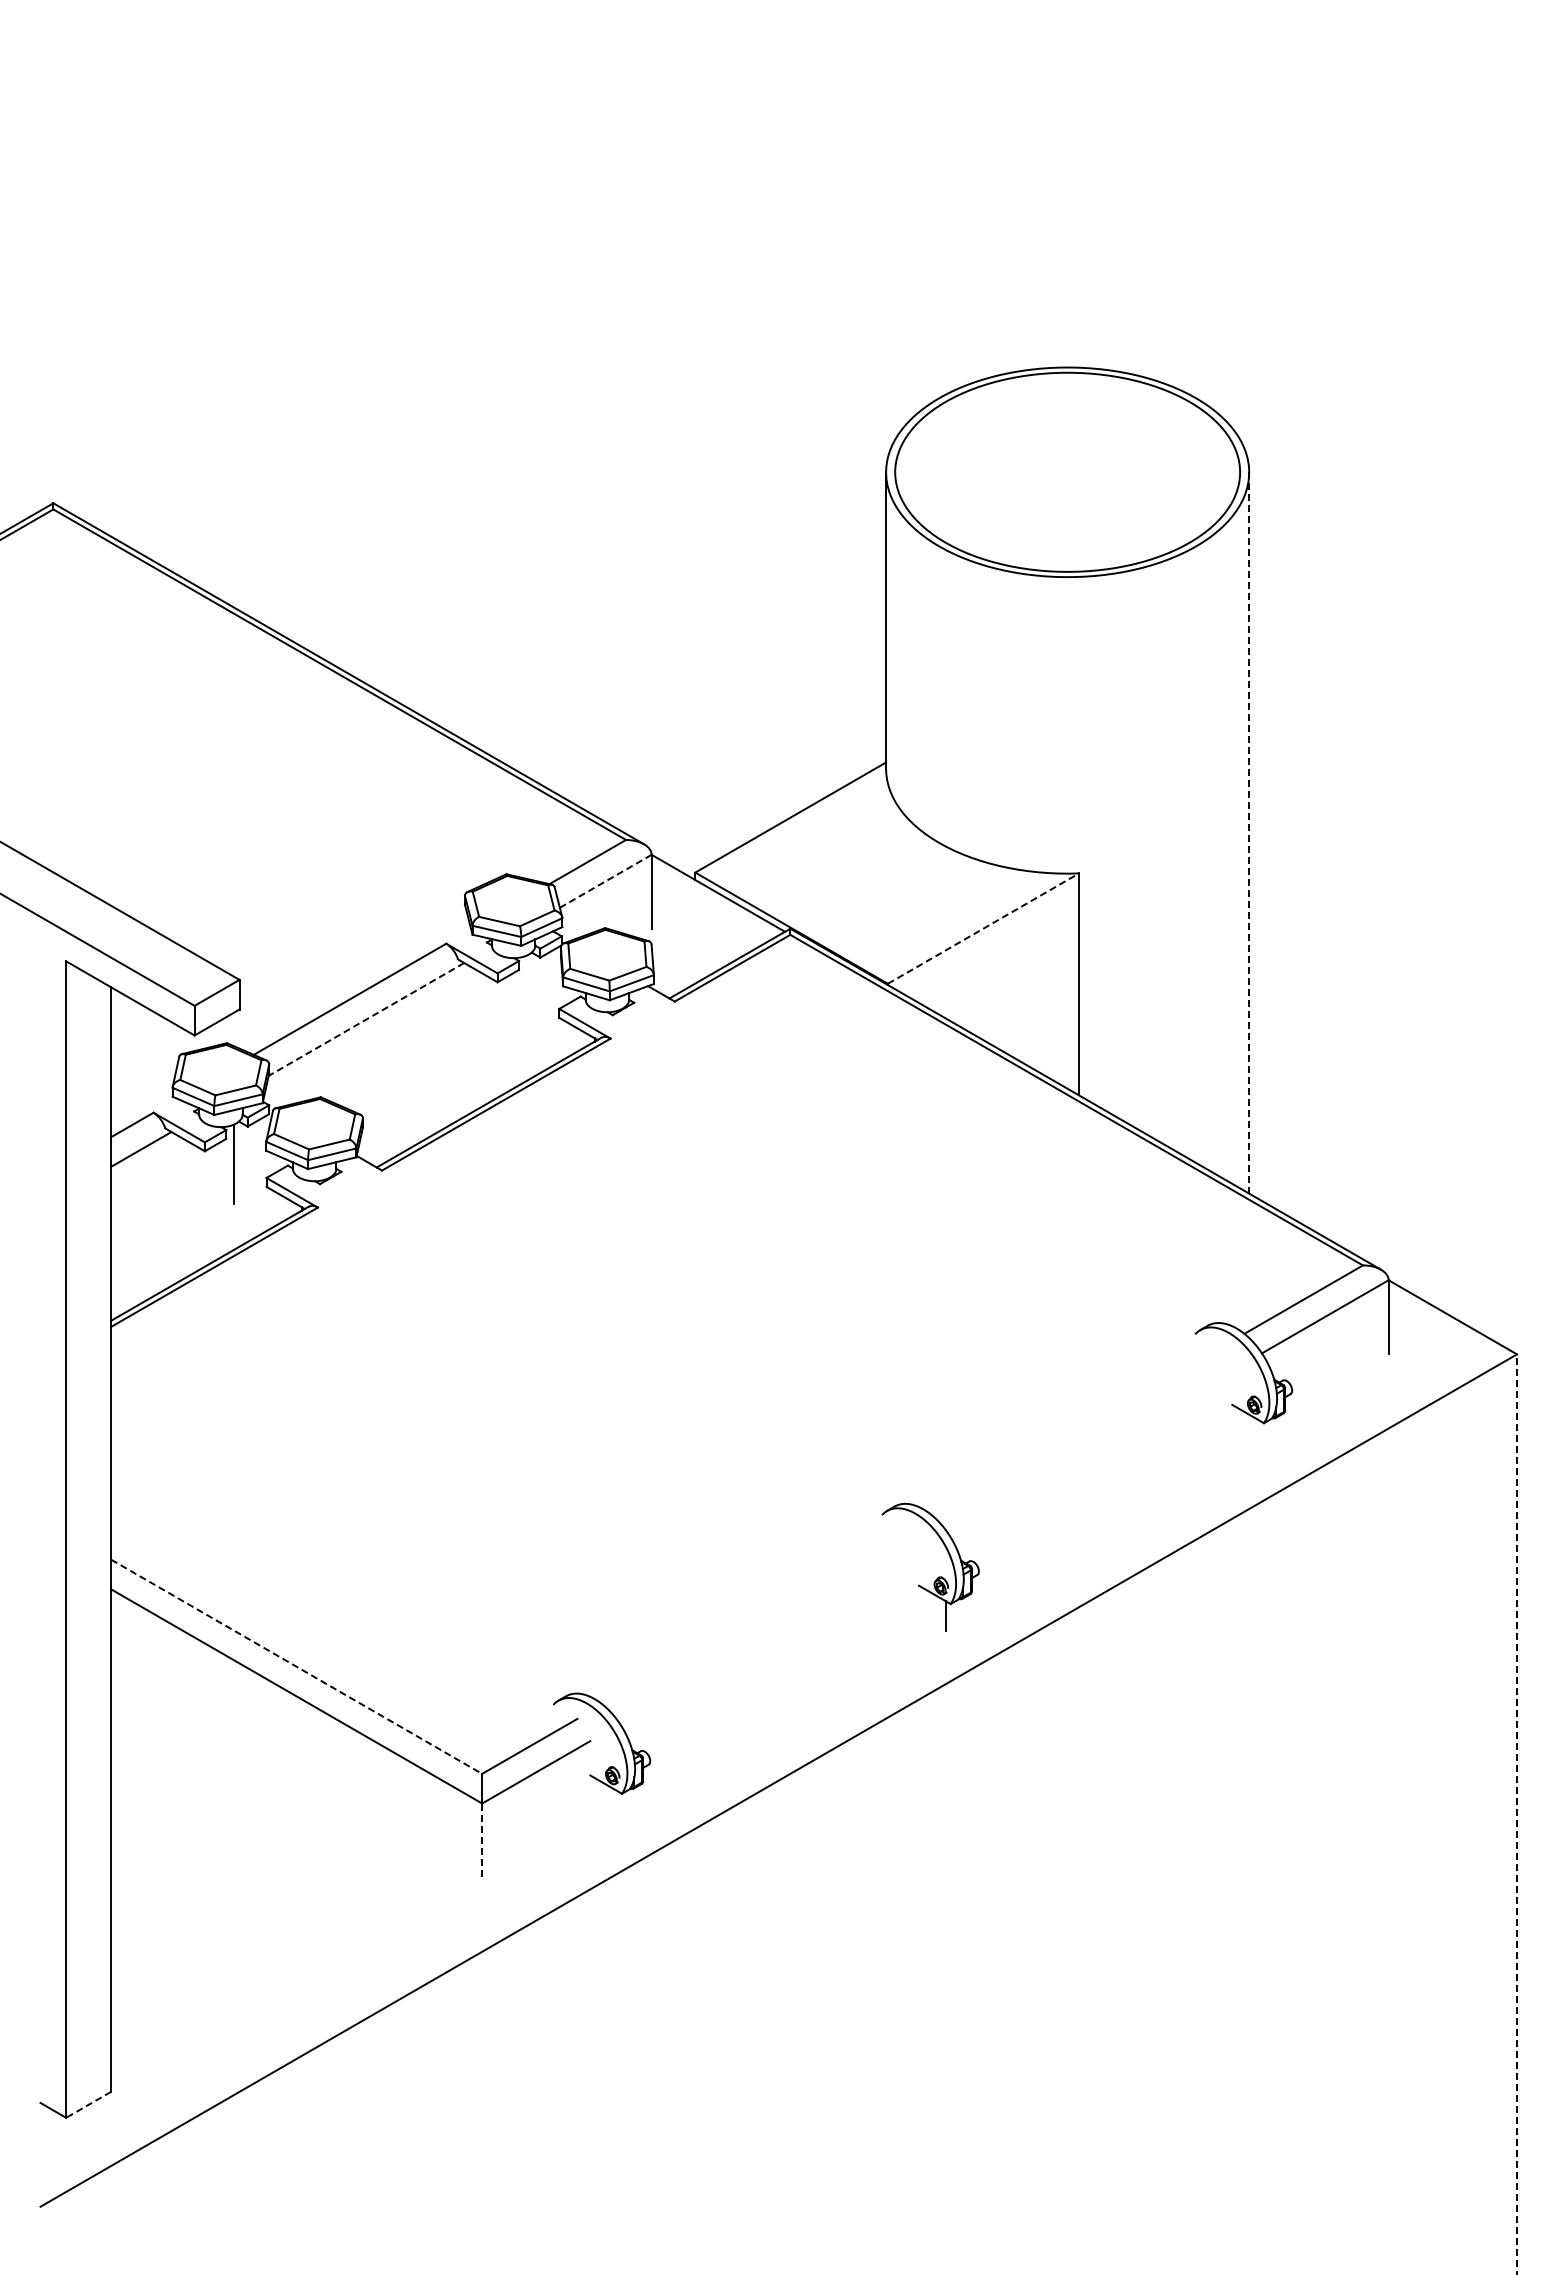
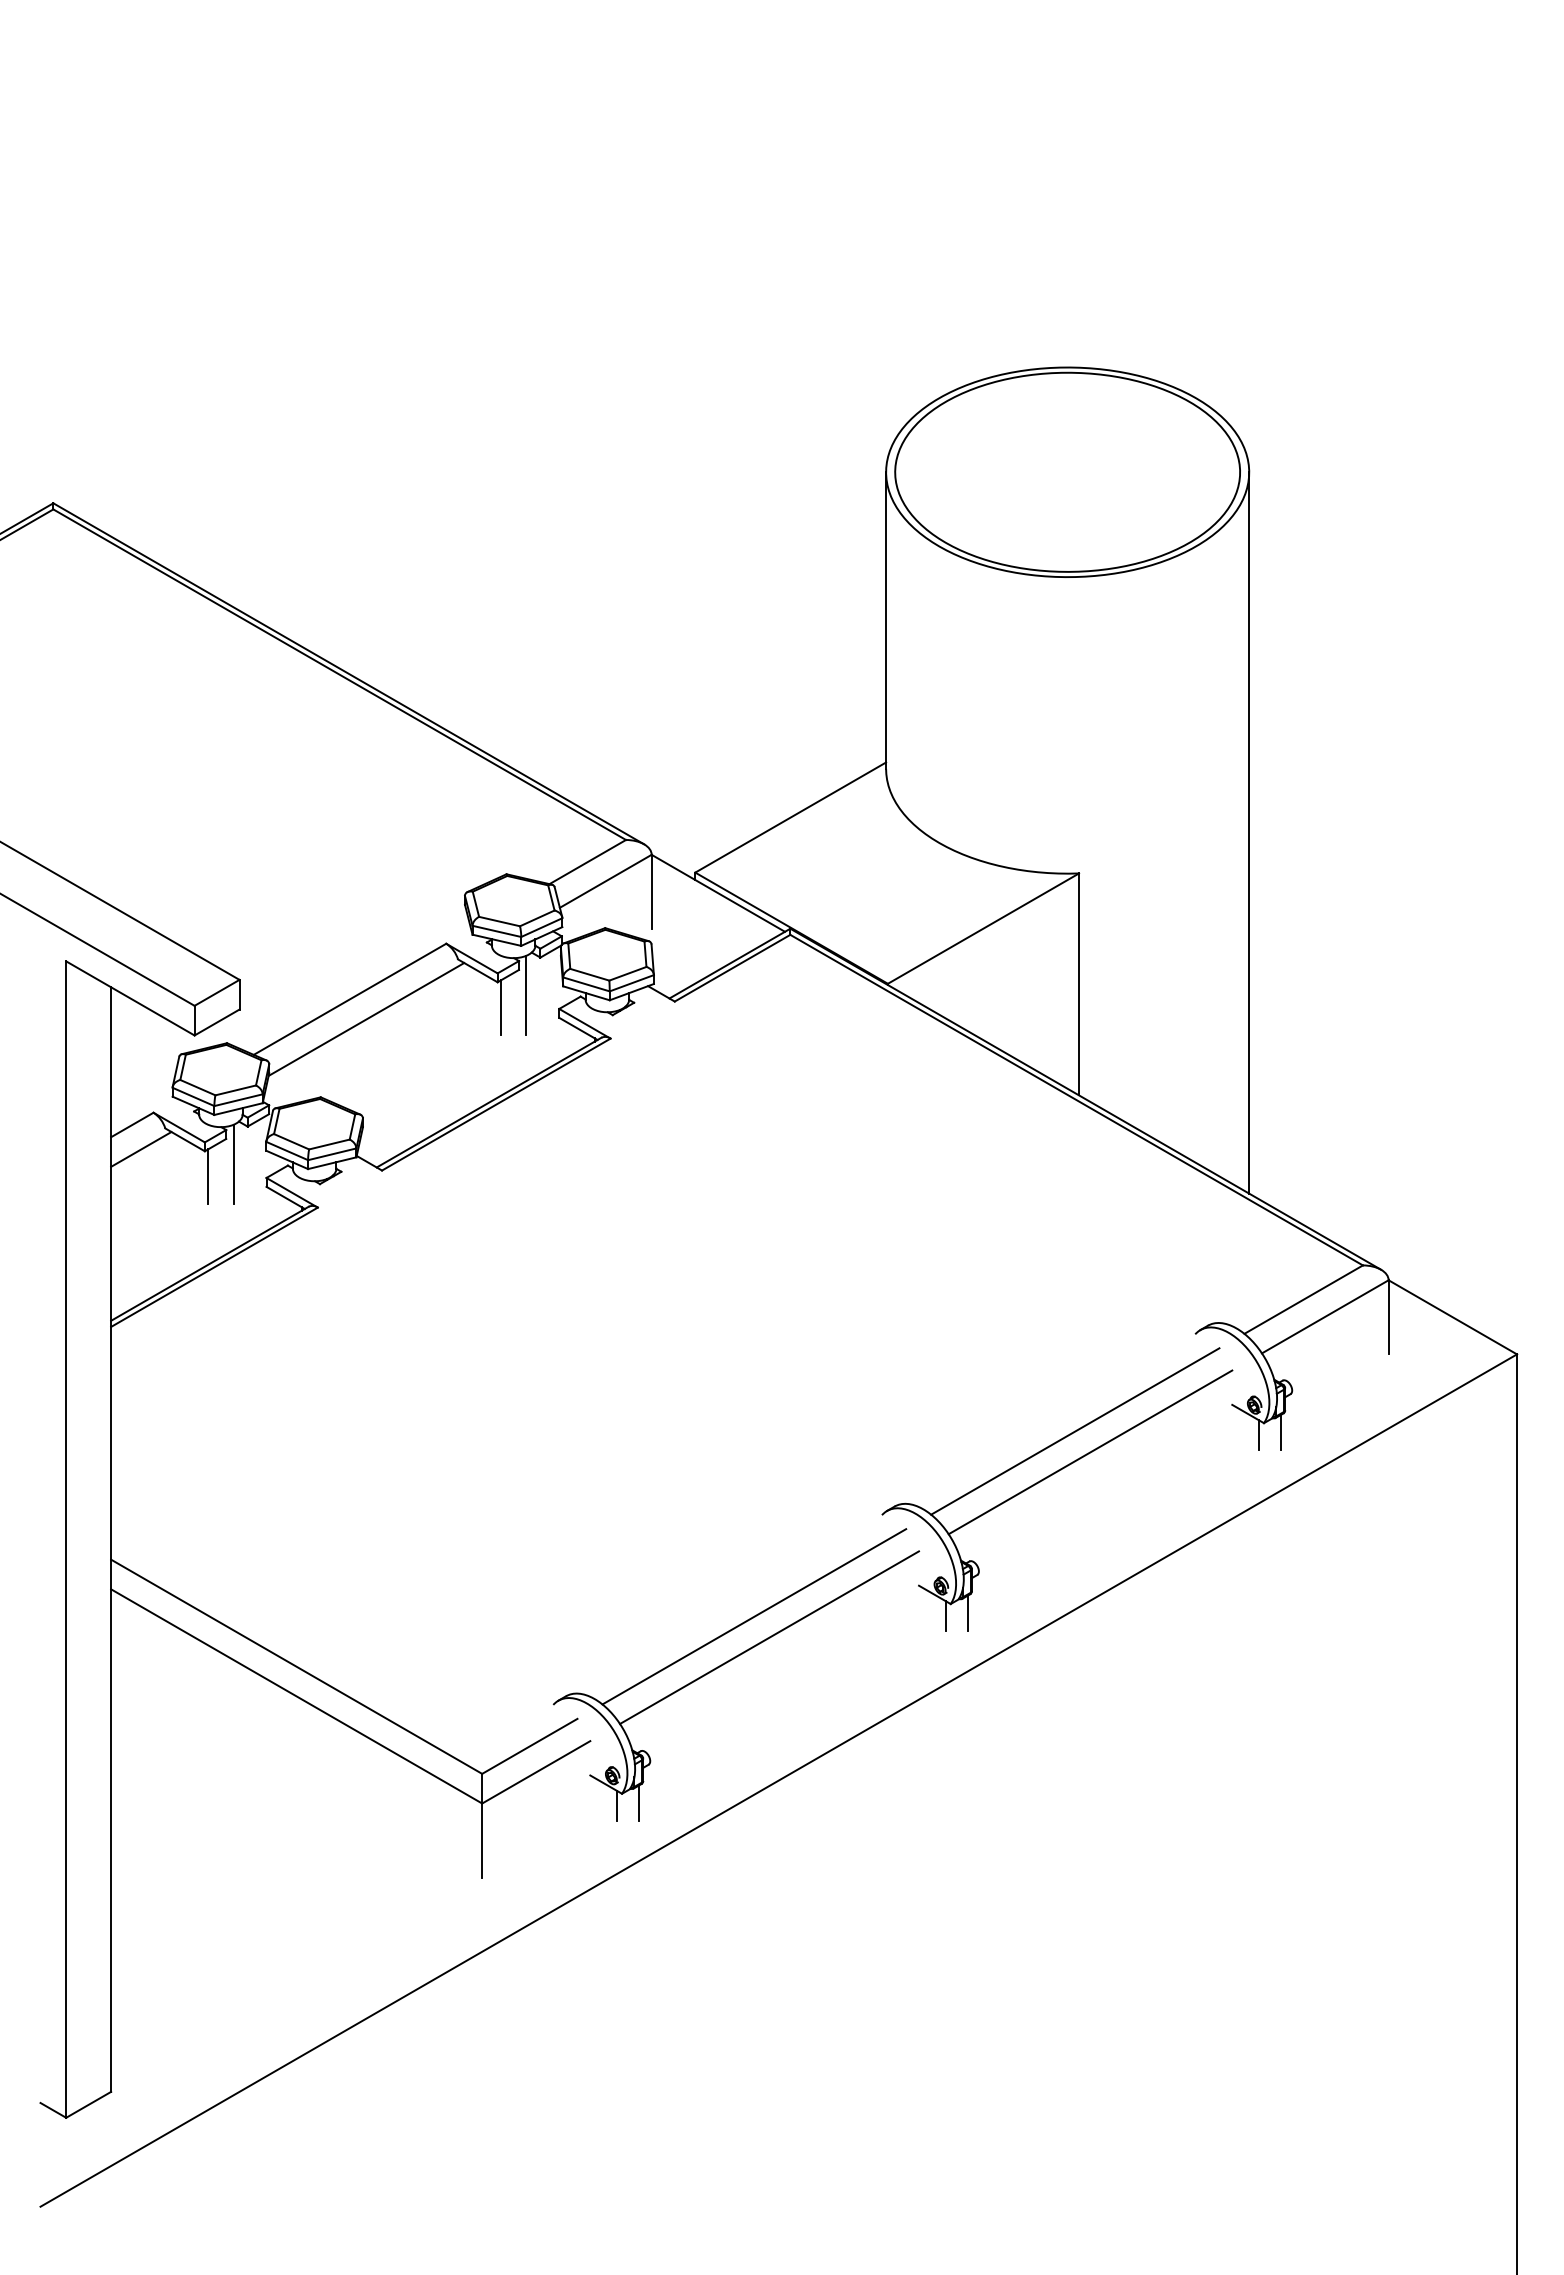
line at (1249, 832): dashed -> solid
line at (605, 881): dashed -> solid
line at (983, 928): dashed -> solid
line at (526, 994): none -> present
line at (500, 1007): none -> present
line at (366, 1019): dashed -> solid
line at (208, 1176): none -> present
line at (1075, 1431): none -> present
line at (1280, 1432): none -> present
line at (1259, 1435): none -> present
line at (1090, 1452): none -> present
line at (967, 1612): none -> present
line at (754, 1616): none -> present
line at (769, 1637): none -> present
line at (297, 1667): dashed -> solid
line at (638, 1802): none -> present
line at (617, 1805): none -> present
line at (1517, 1814): dashed -> solid
line at (482, 1841): dashed -> solid
line at (88, 2104): dashed -> solid
